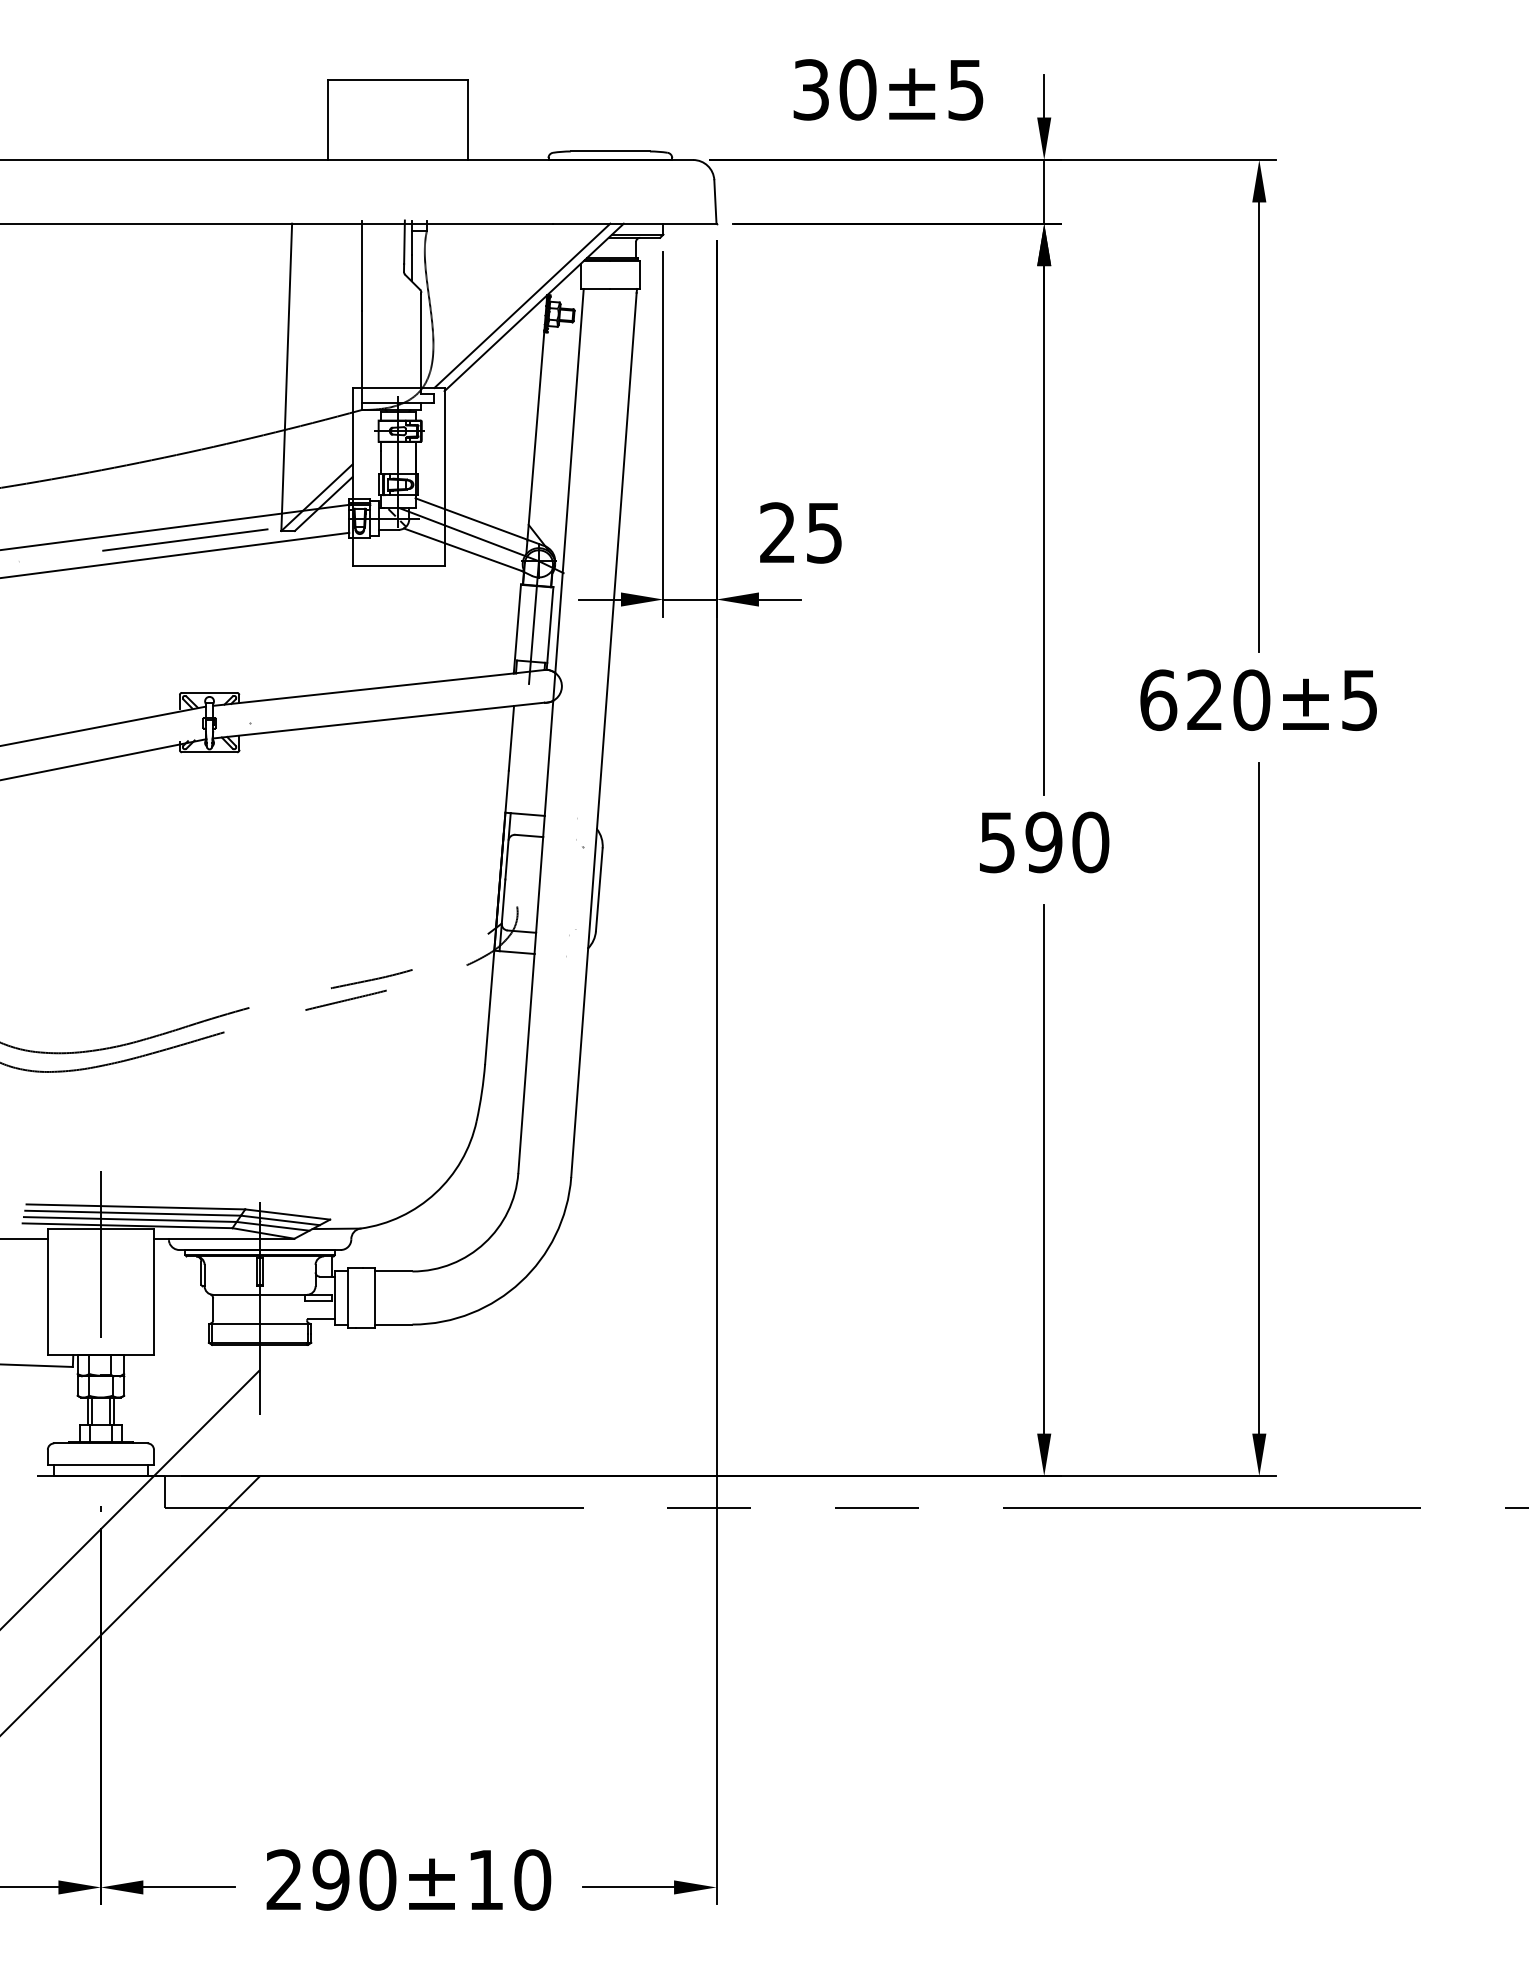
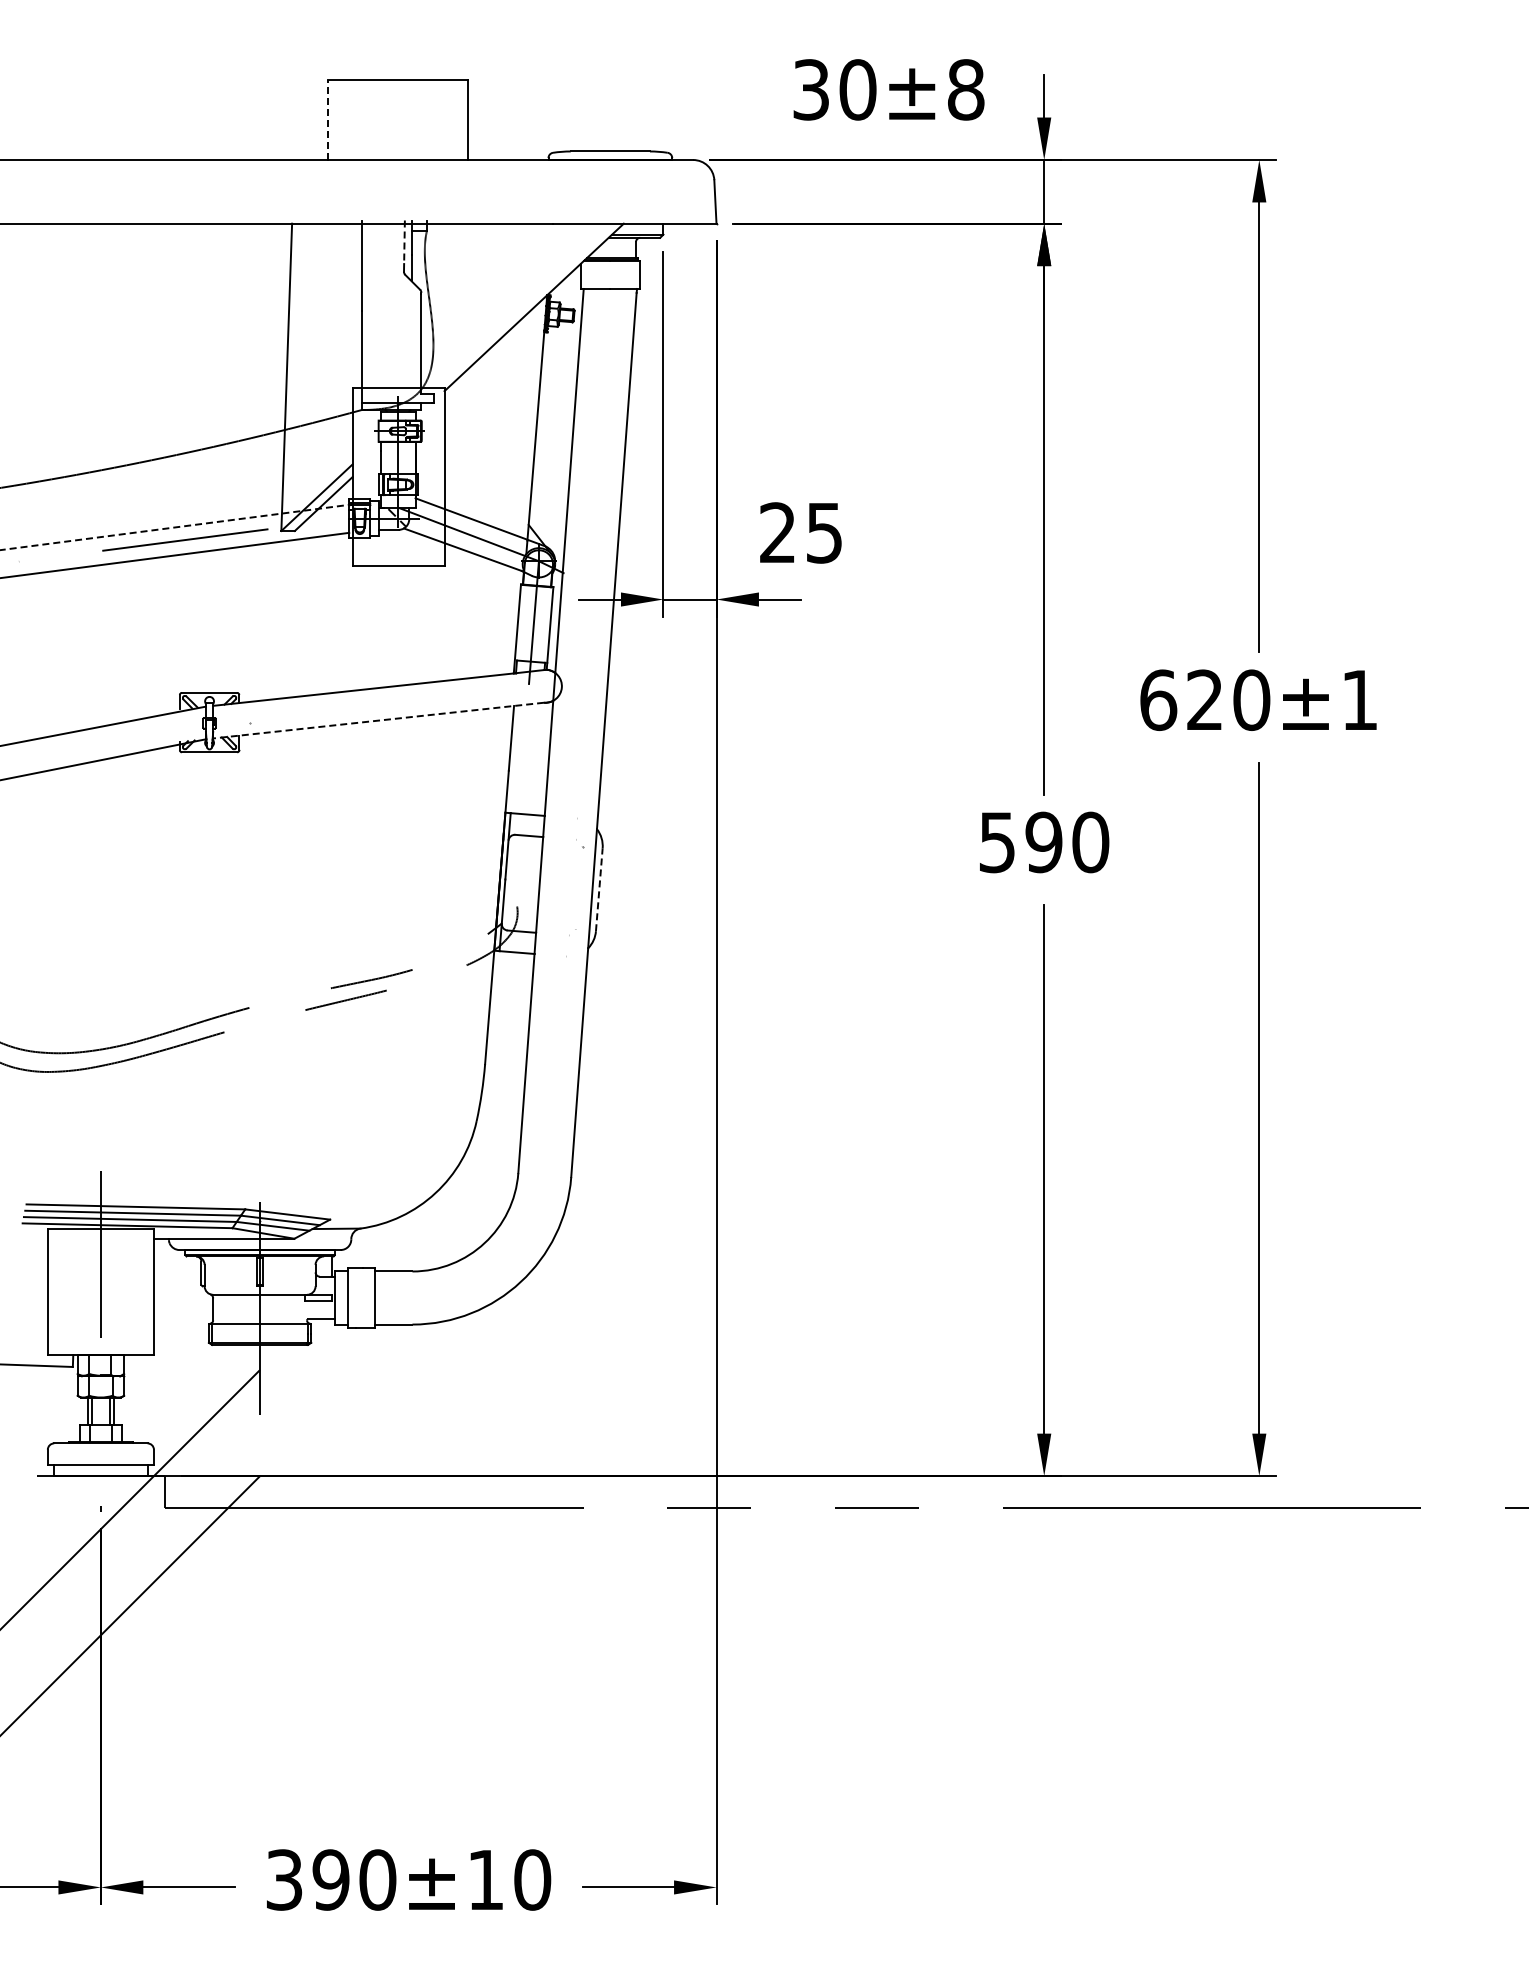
text at (966, 89): 30±5 -> 30±8
line at (328, 119): solid -> dashed
line at (404, 242): solid -> dashed
line at (522, 305): present -> none
line at (174, 527): solid -> dashed
text at (1359, 700): 620±5 -> 620±1
line at (378, 720): solid -> dashed
line at (599, 889): solid -> dashed
line at (24, 1238): present -> none
text at (284, 1879): 290±10 -> 390±10
